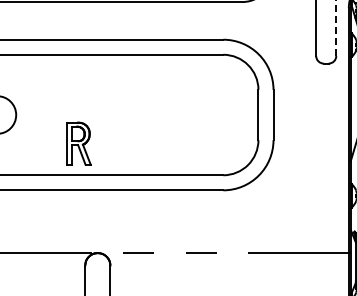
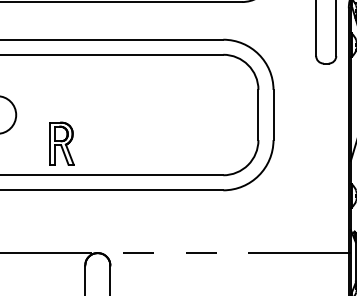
line at (336, 28): dashed -> solid
part at (78, 143) position: (78, 143) -> (61, 143)
